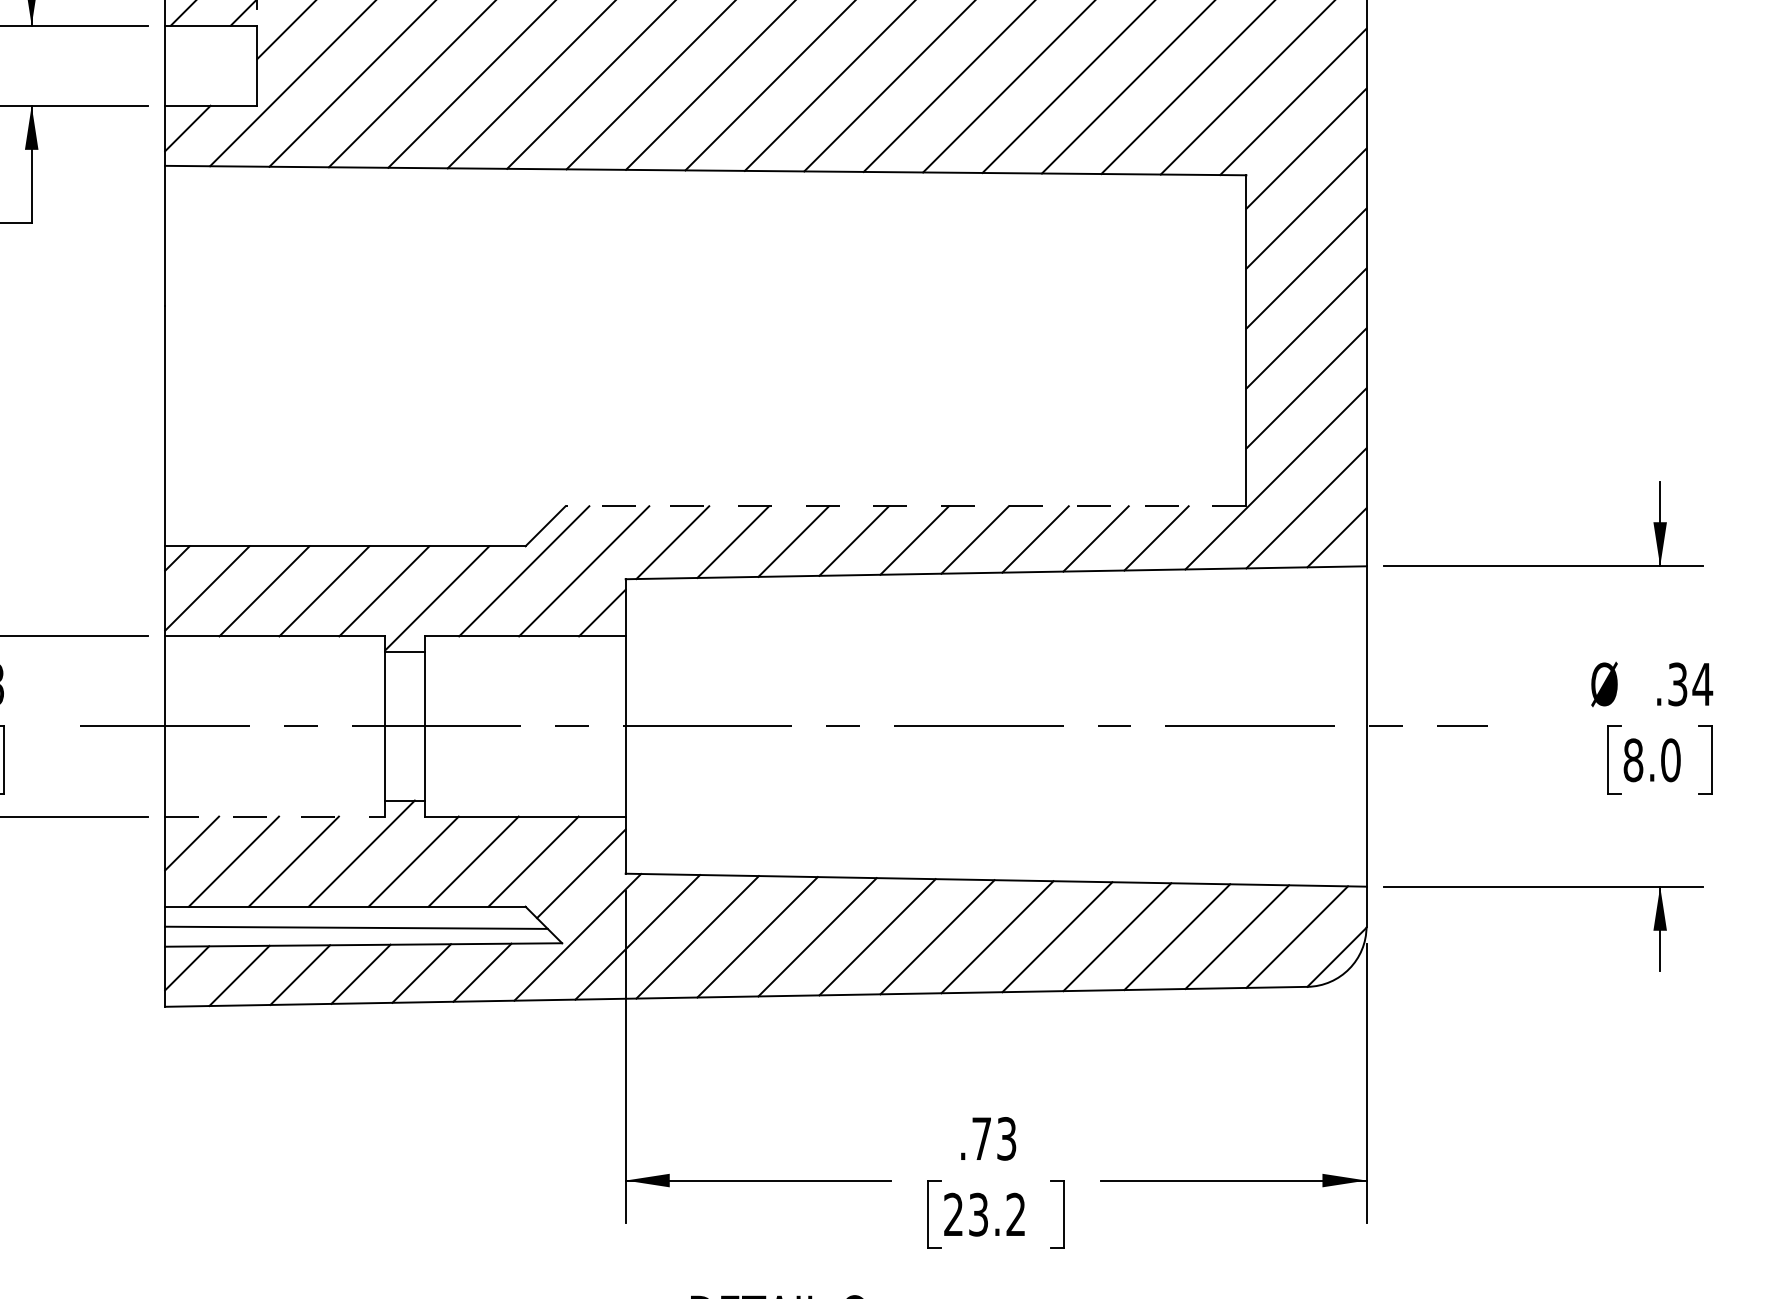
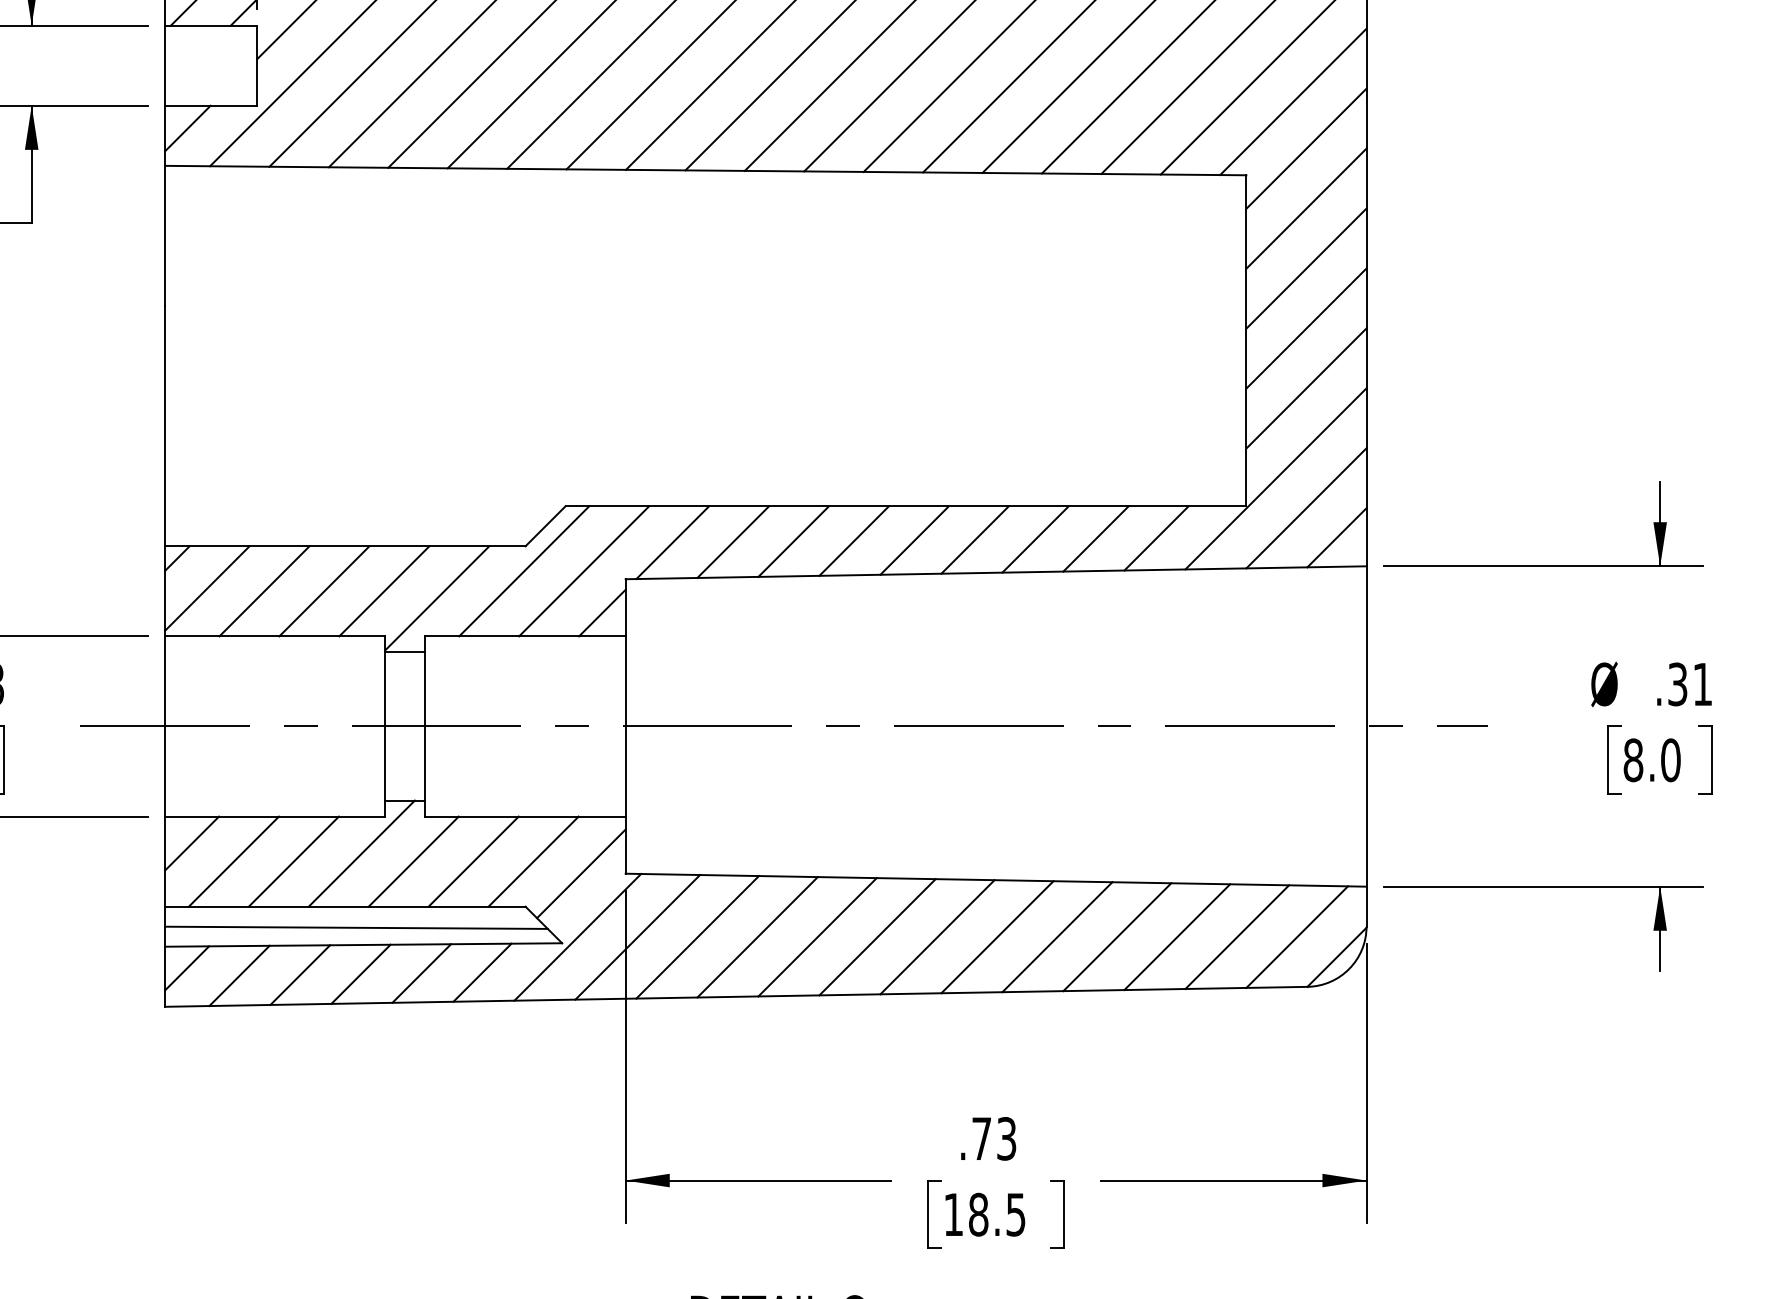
line at (905, 506): dashed -> solid
text at (1702, 684): .34 -> .31
line at (275, 816): dashed -> solid
text at (984, 1214): 23.2 -> 18.5
